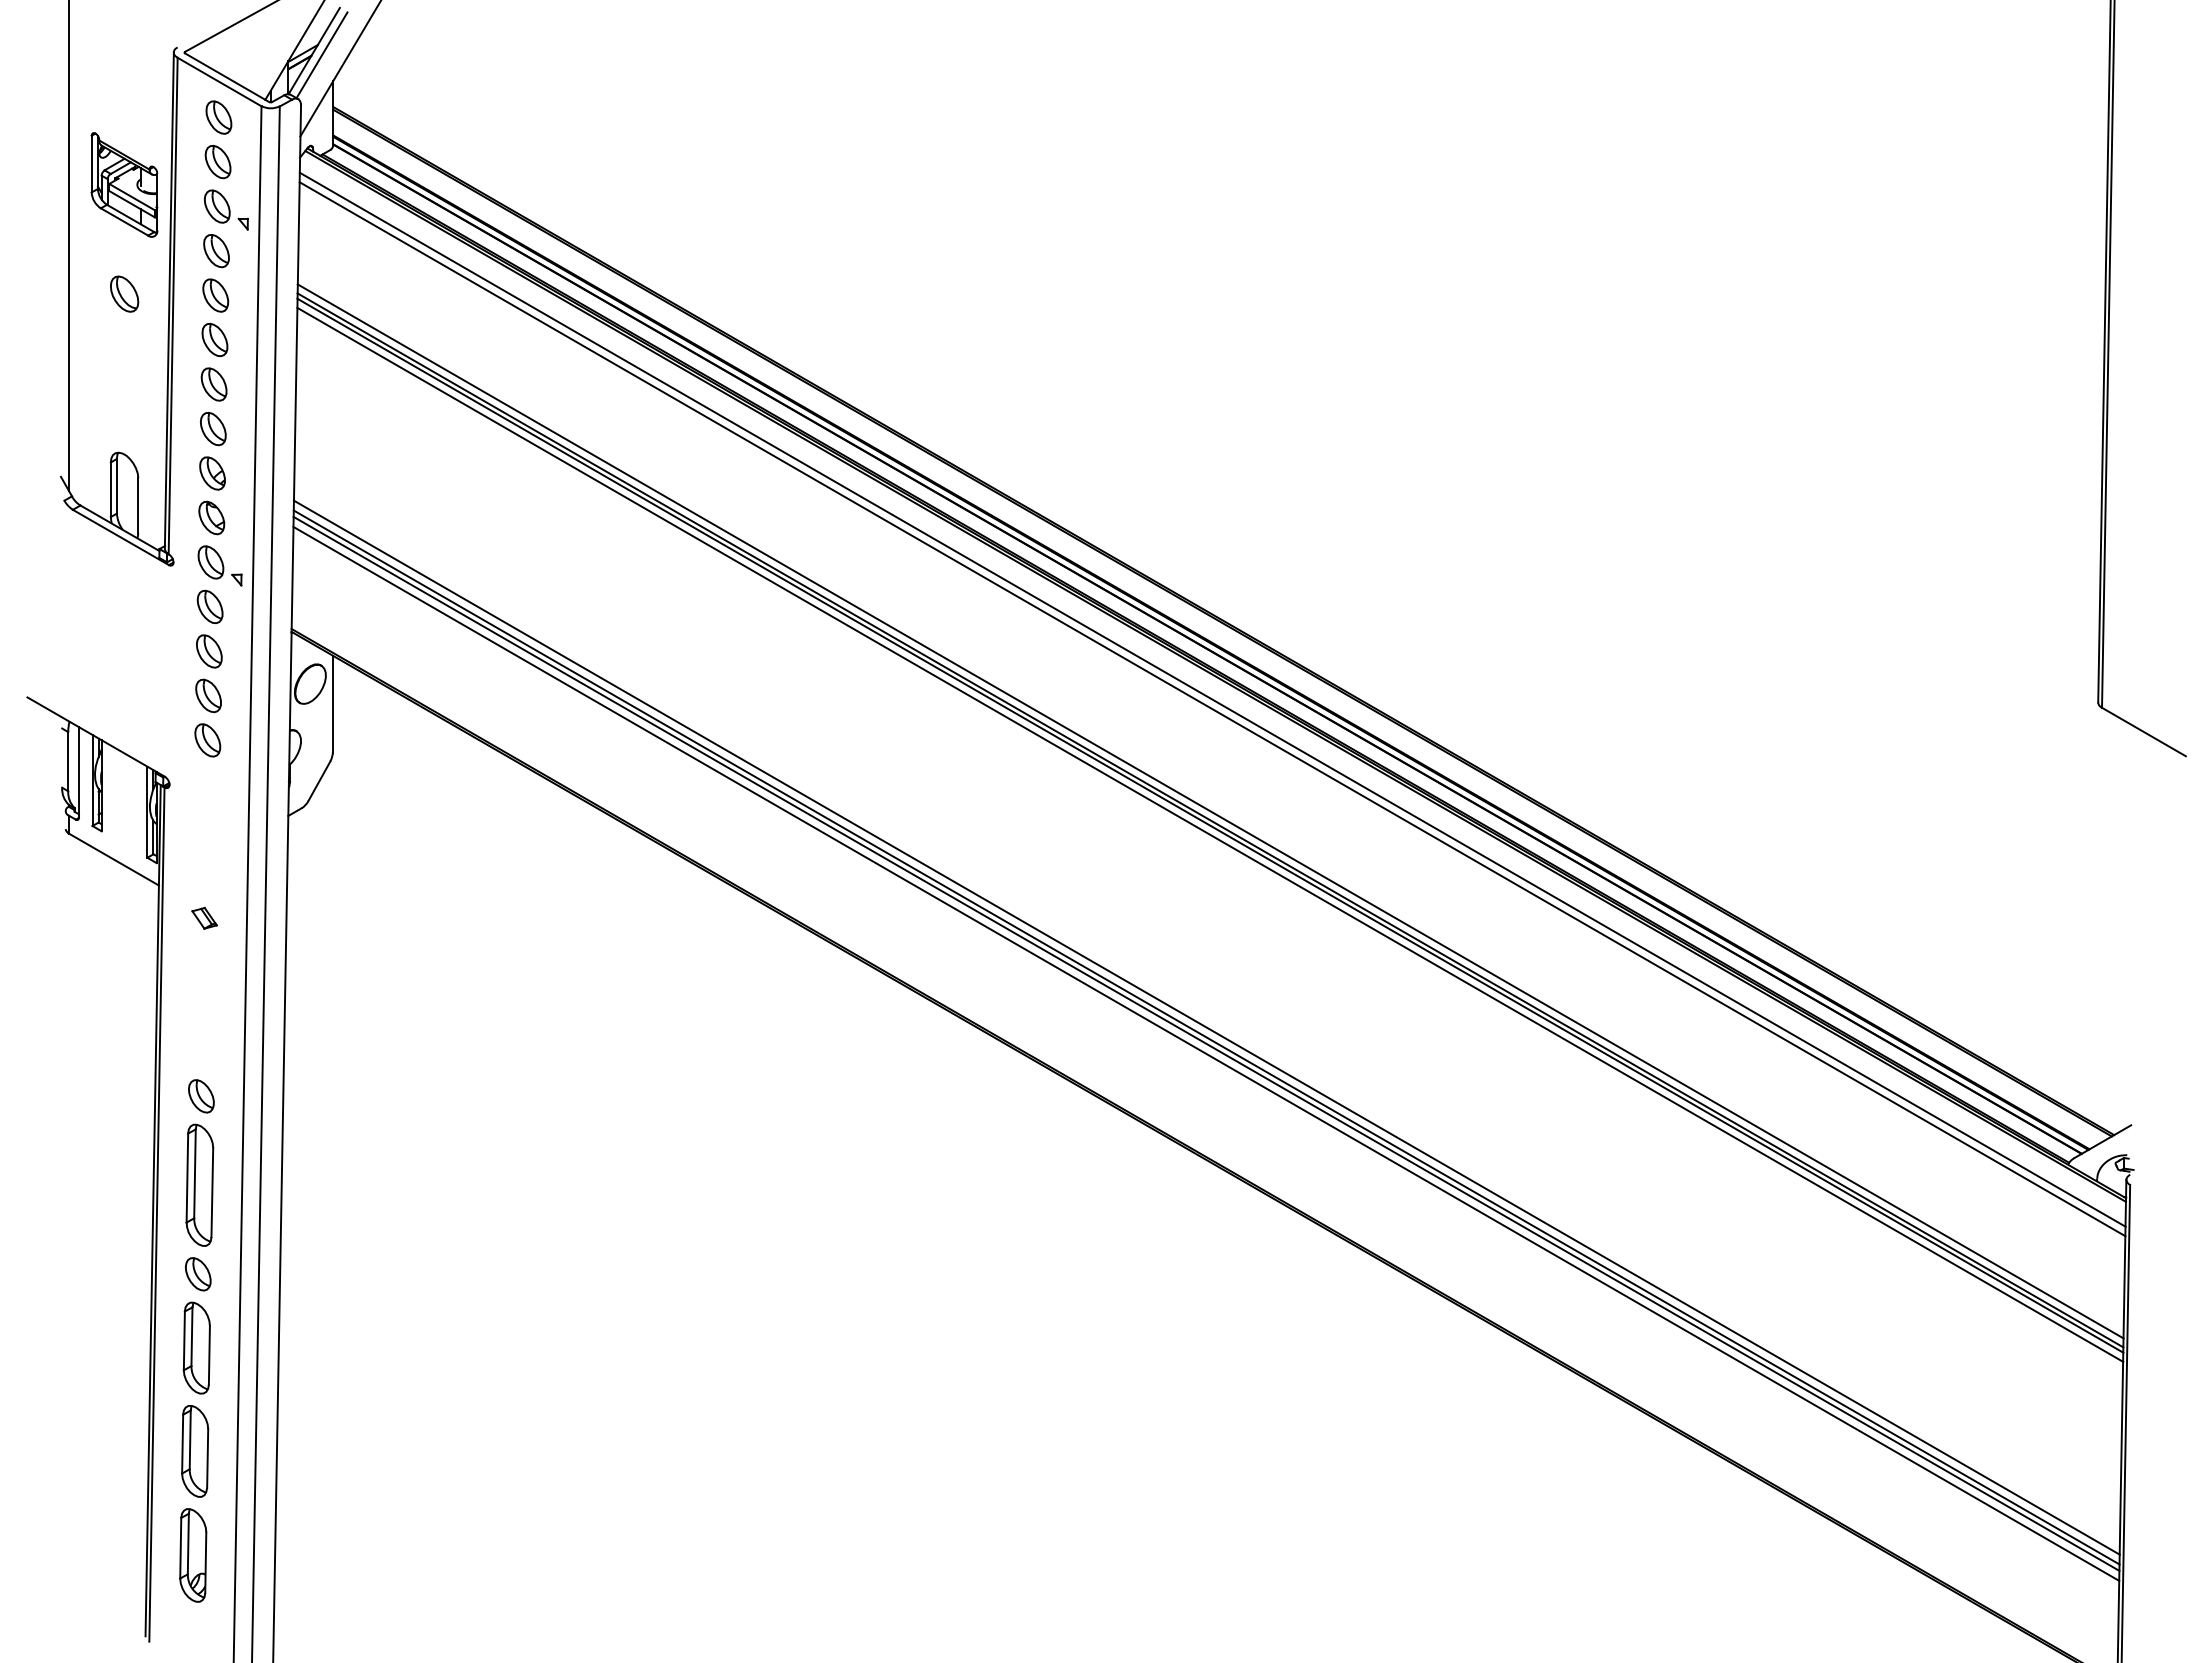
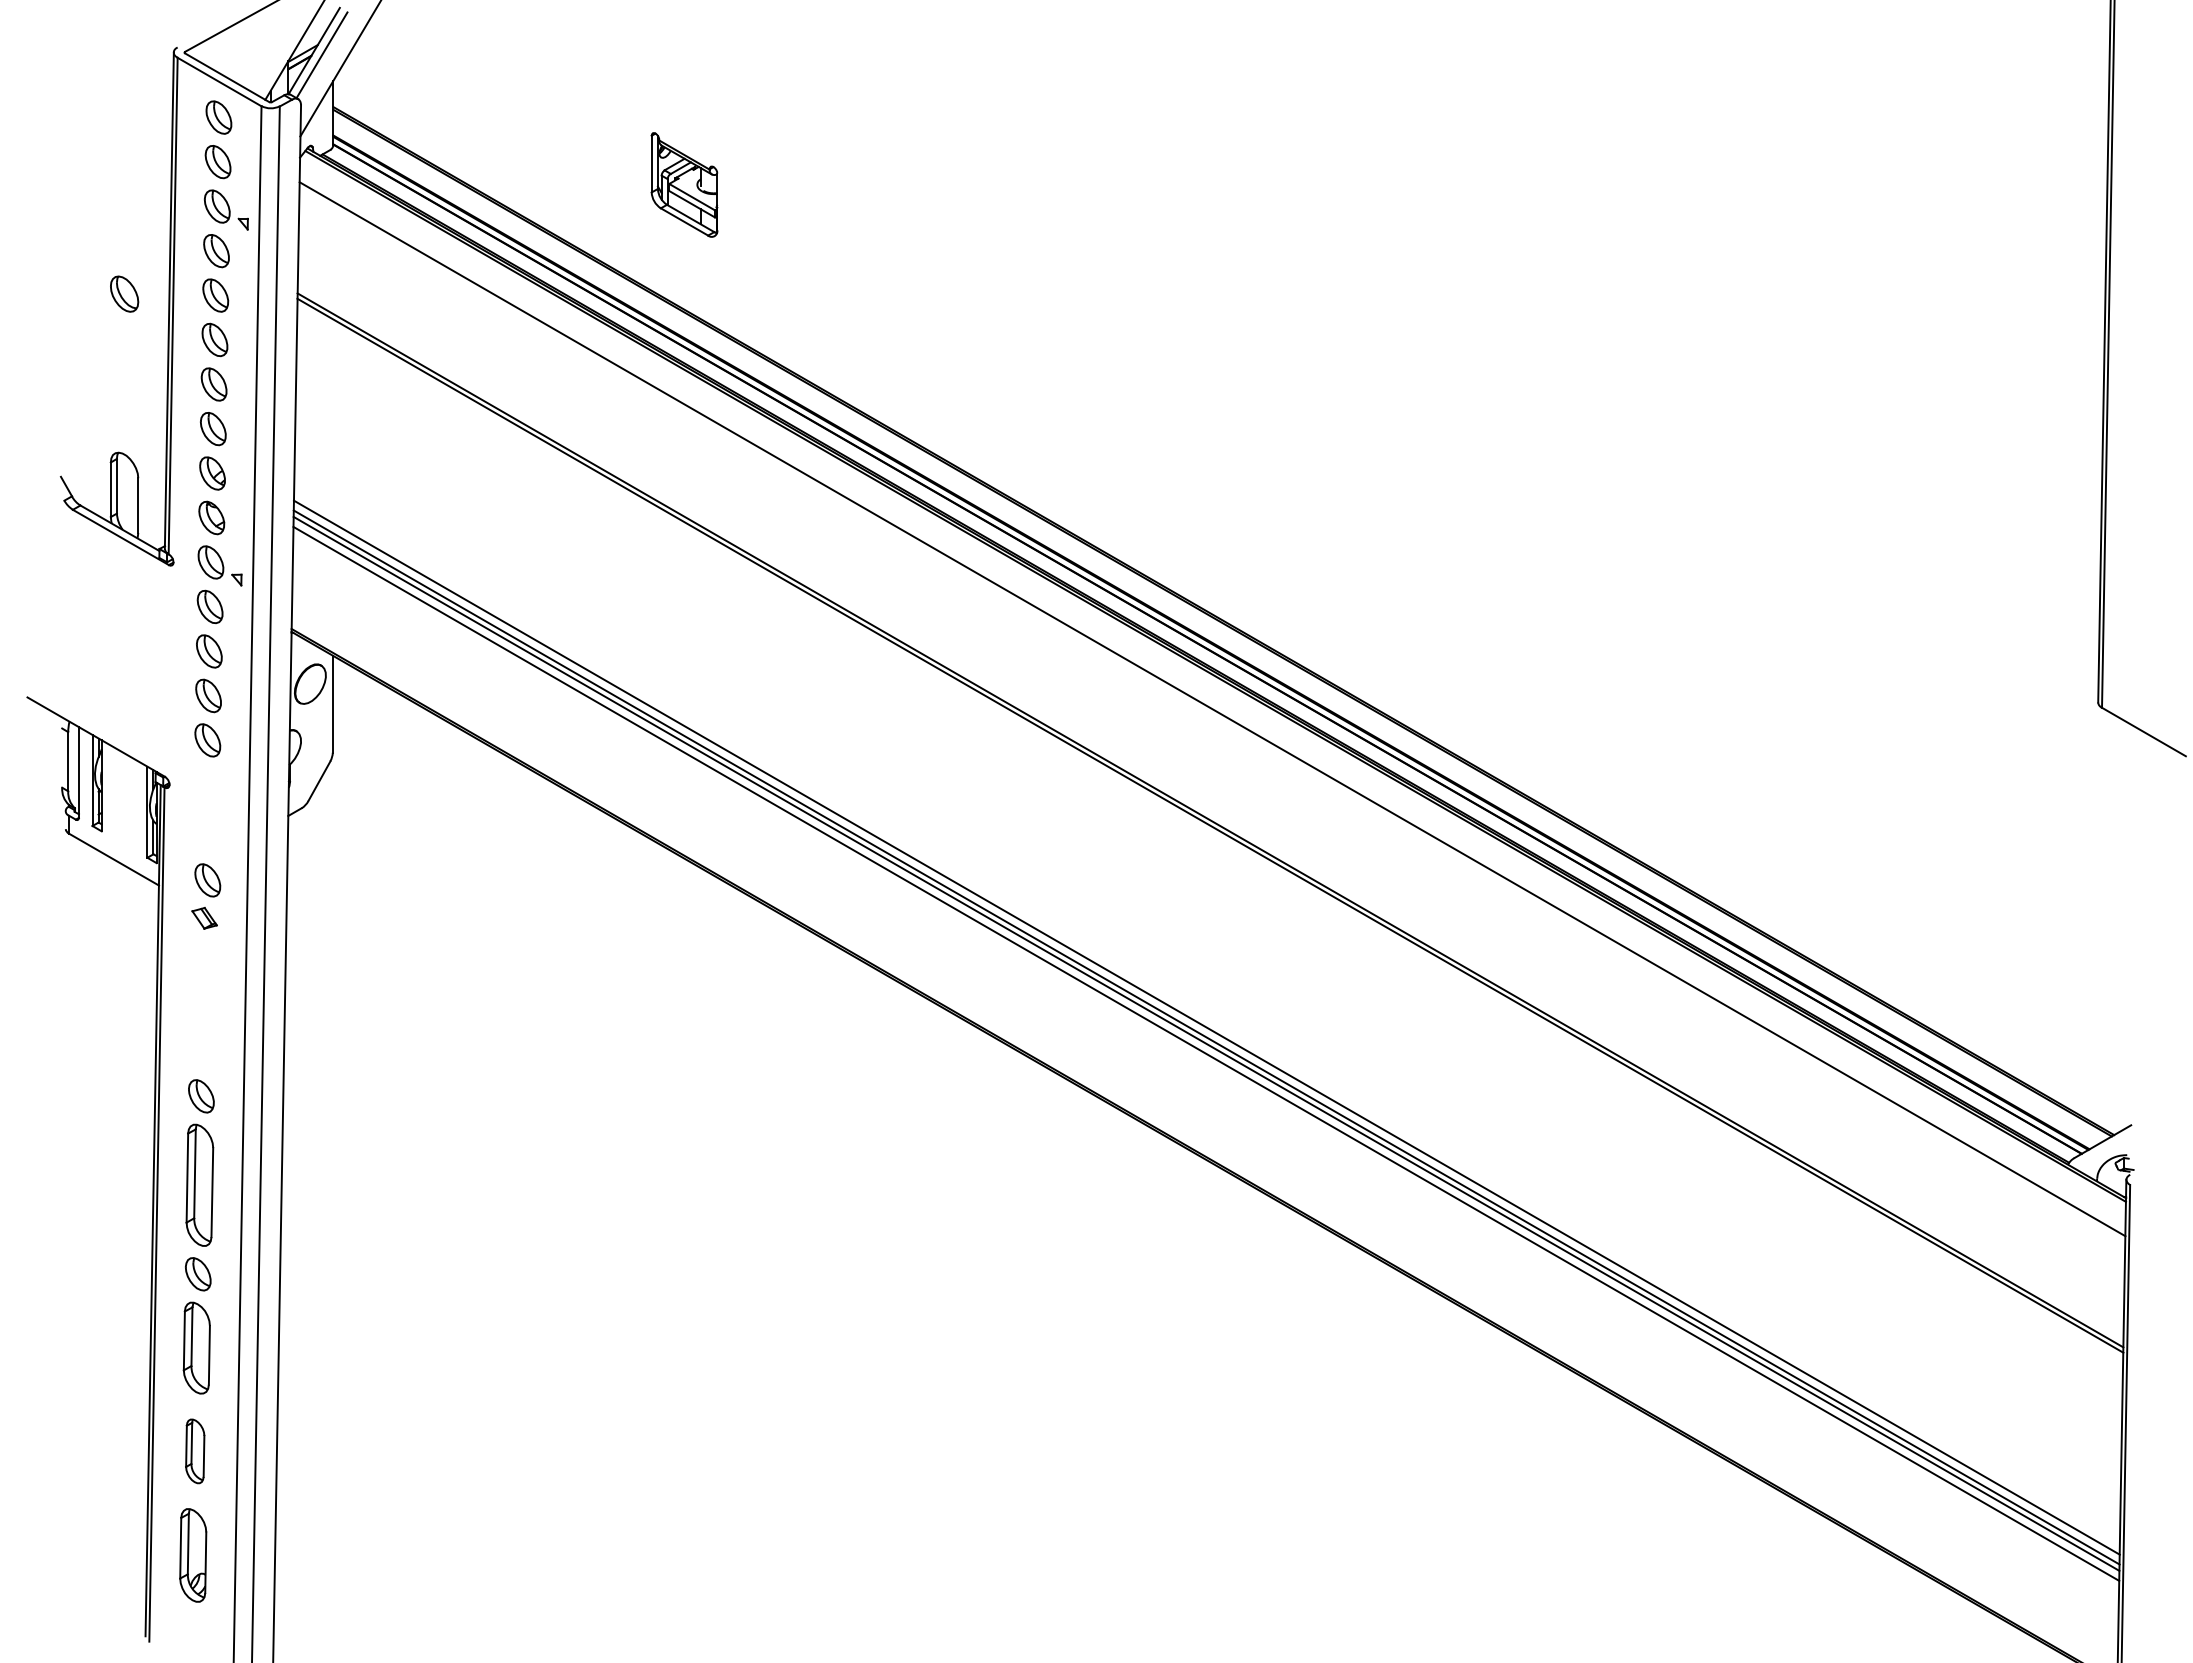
part at (124, 184) position: (124, 184) -> (684, 184)
line at (68, 246): present -> none
line at (1212, 699): present -> none
line at (1210, 811): present -> none
line at (1210, 834): present -> none
part at (207, 880): none -> present
part at (195, 1451) size: 29x93 px -> 21x67 px
